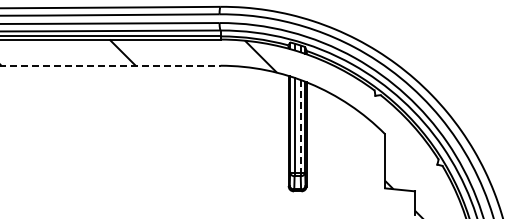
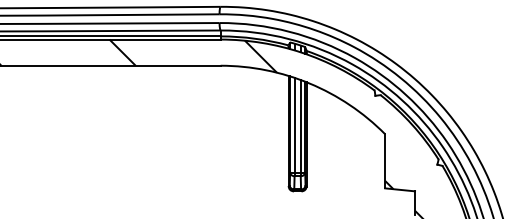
line at (110, 65): dashed -> solid
line at (300, 126): dashed -> solid
